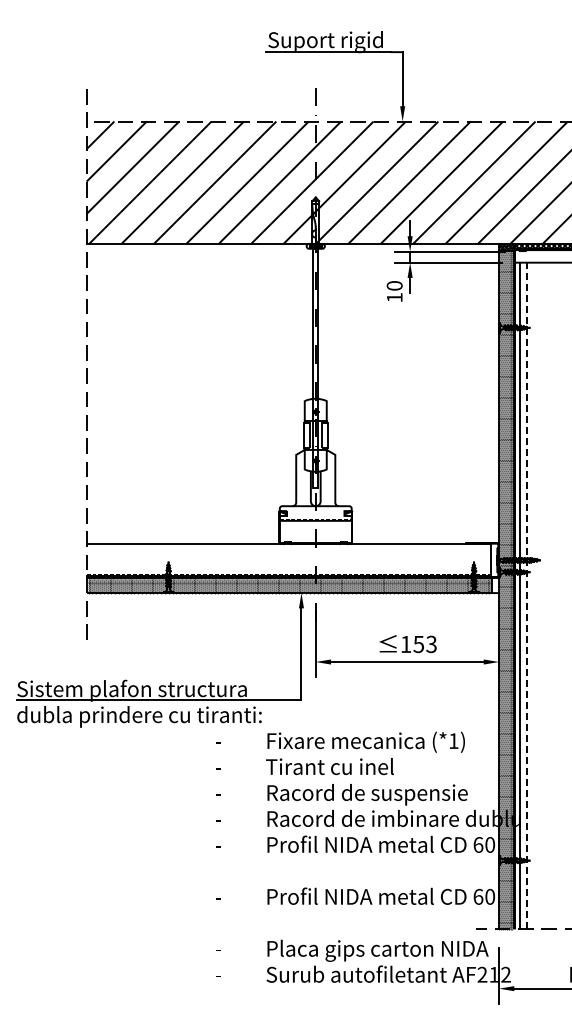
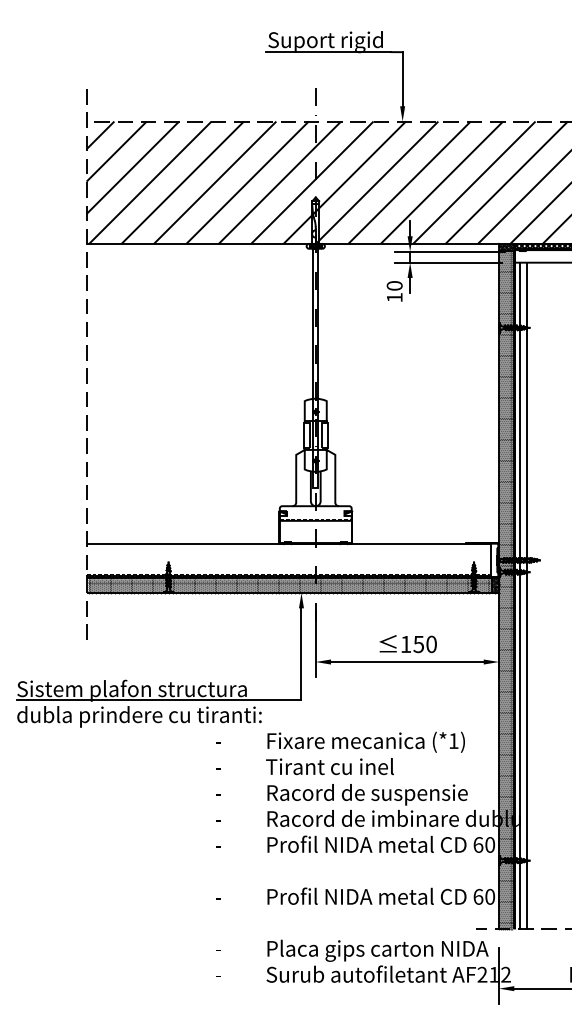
hatch at (495, 584): none -> present
line at (527, 595): dashed -> solid
text at (431, 643): 153 -> 150
